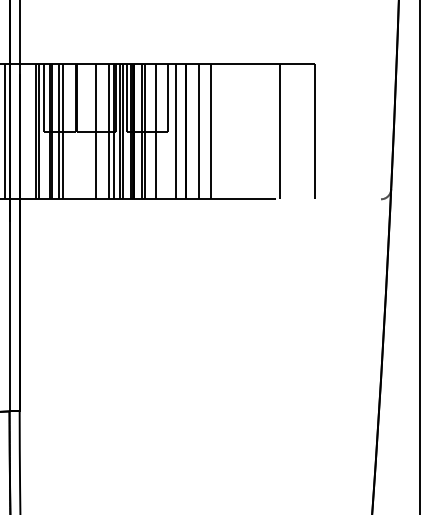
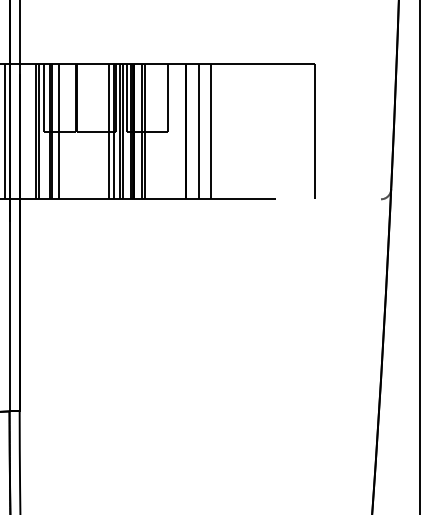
line at (63, 131): present -> none
line at (96, 131): present -> none
line at (156, 131): present -> none
line at (175, 131): present -> none
line at (280, 131): present -> none
